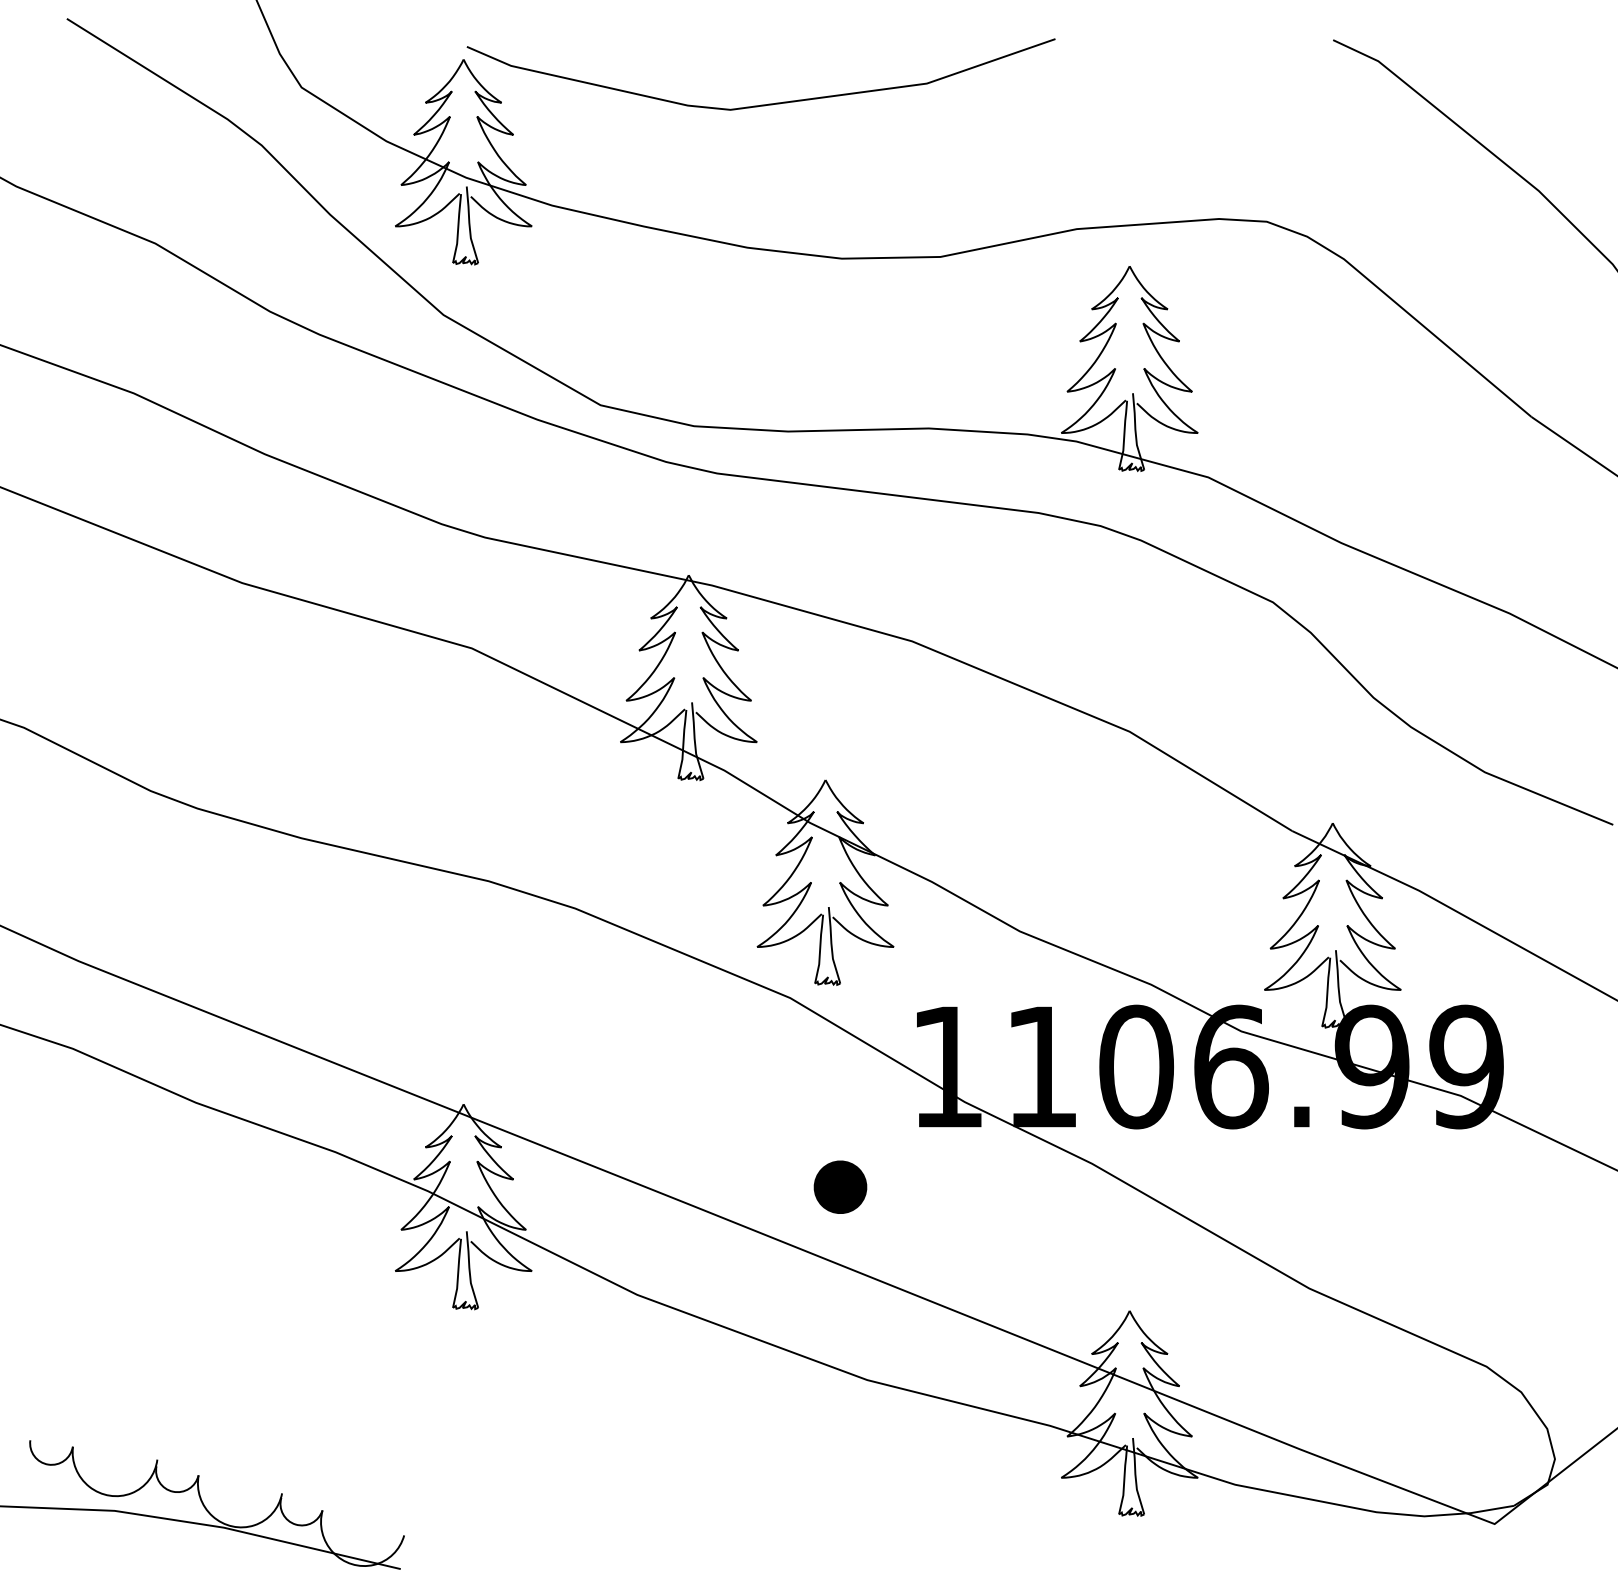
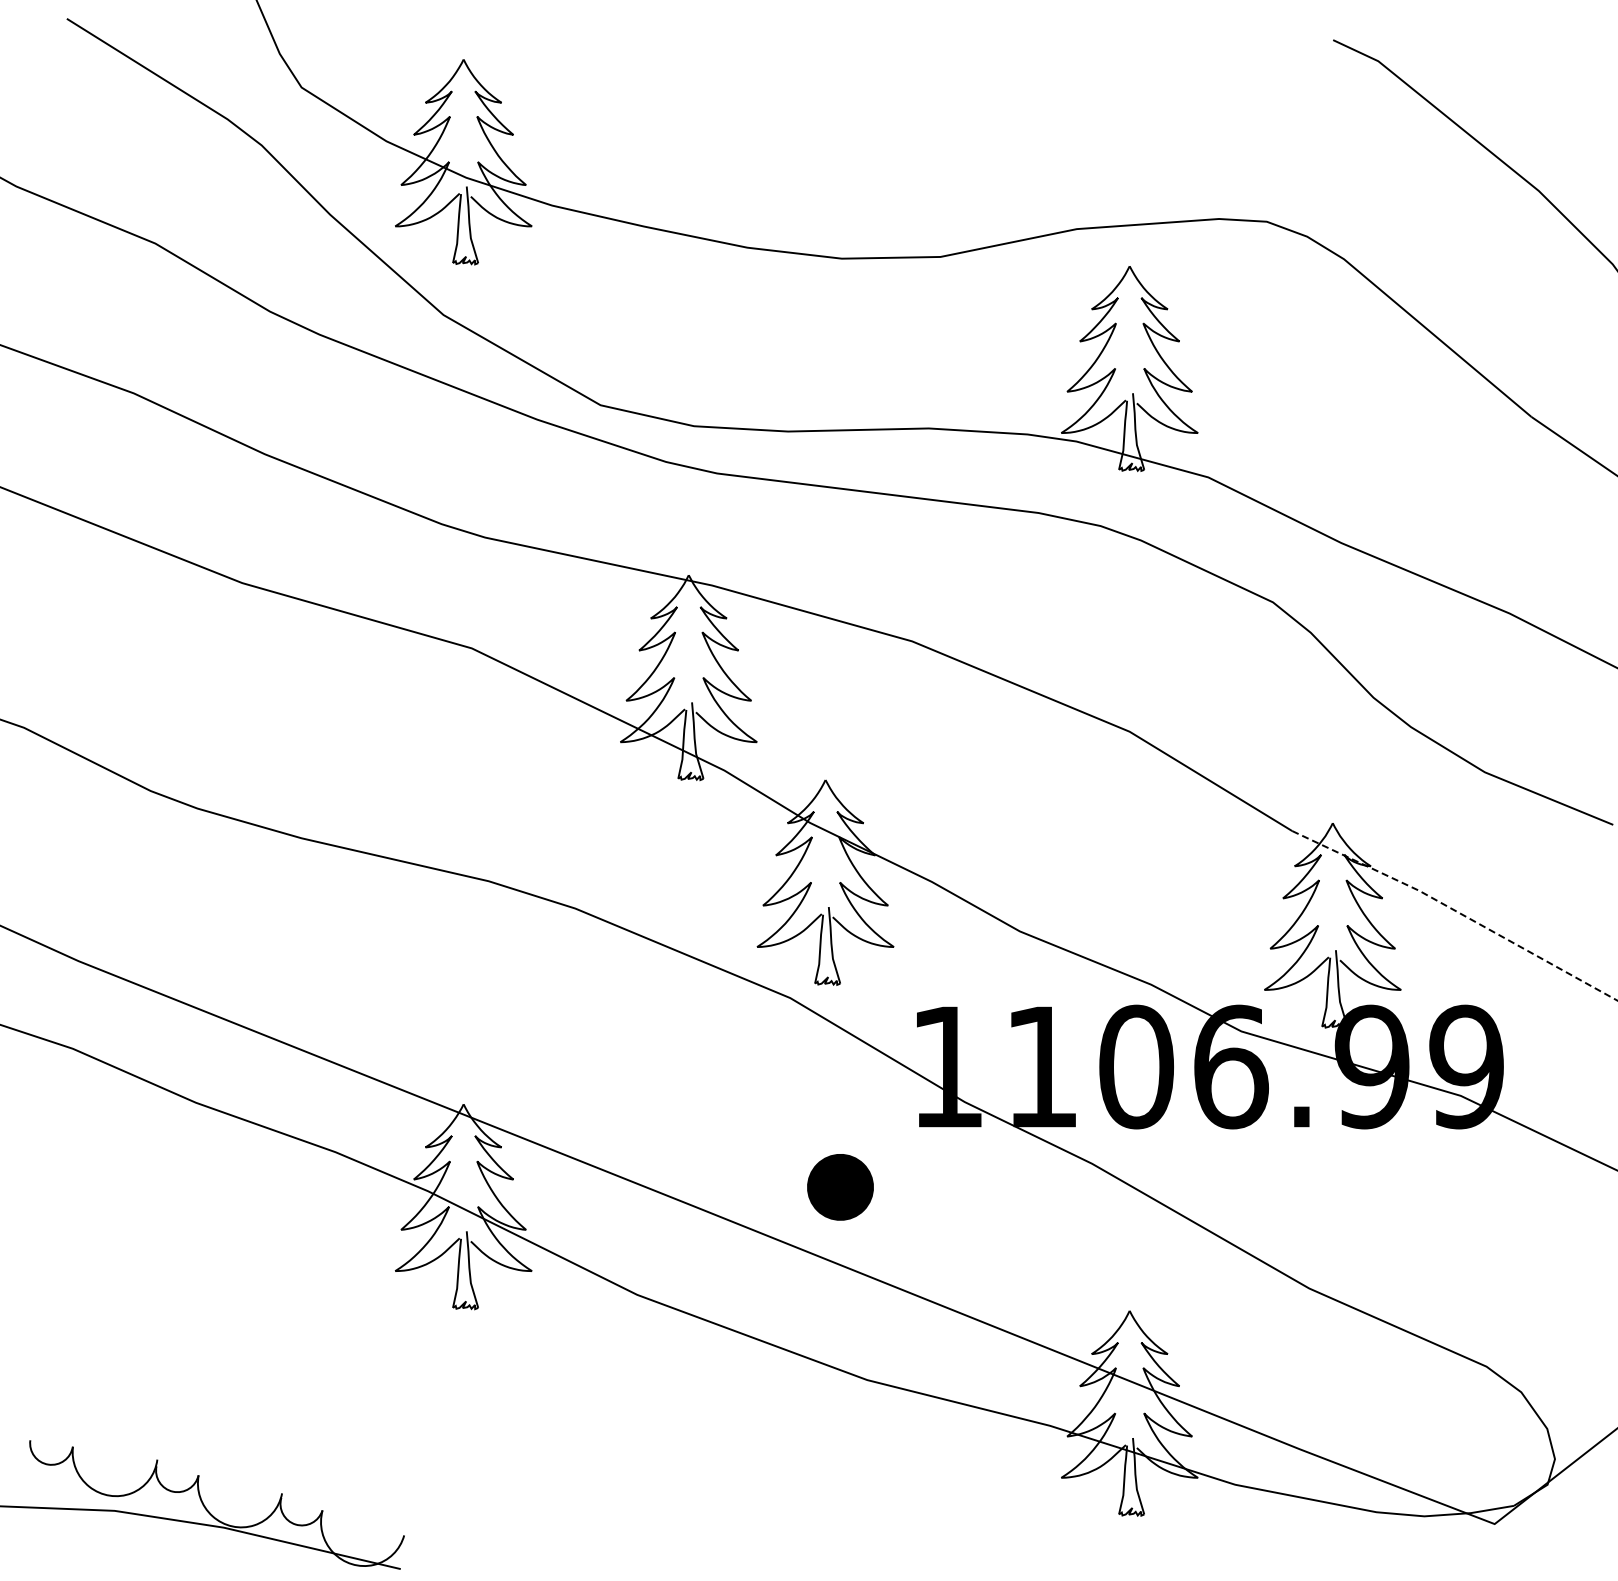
curve at (761, 104): present -> none
line at (1456, 911): solid -> dashed
part at (840, 1186) size: 55x54 px -> 67x67 px
